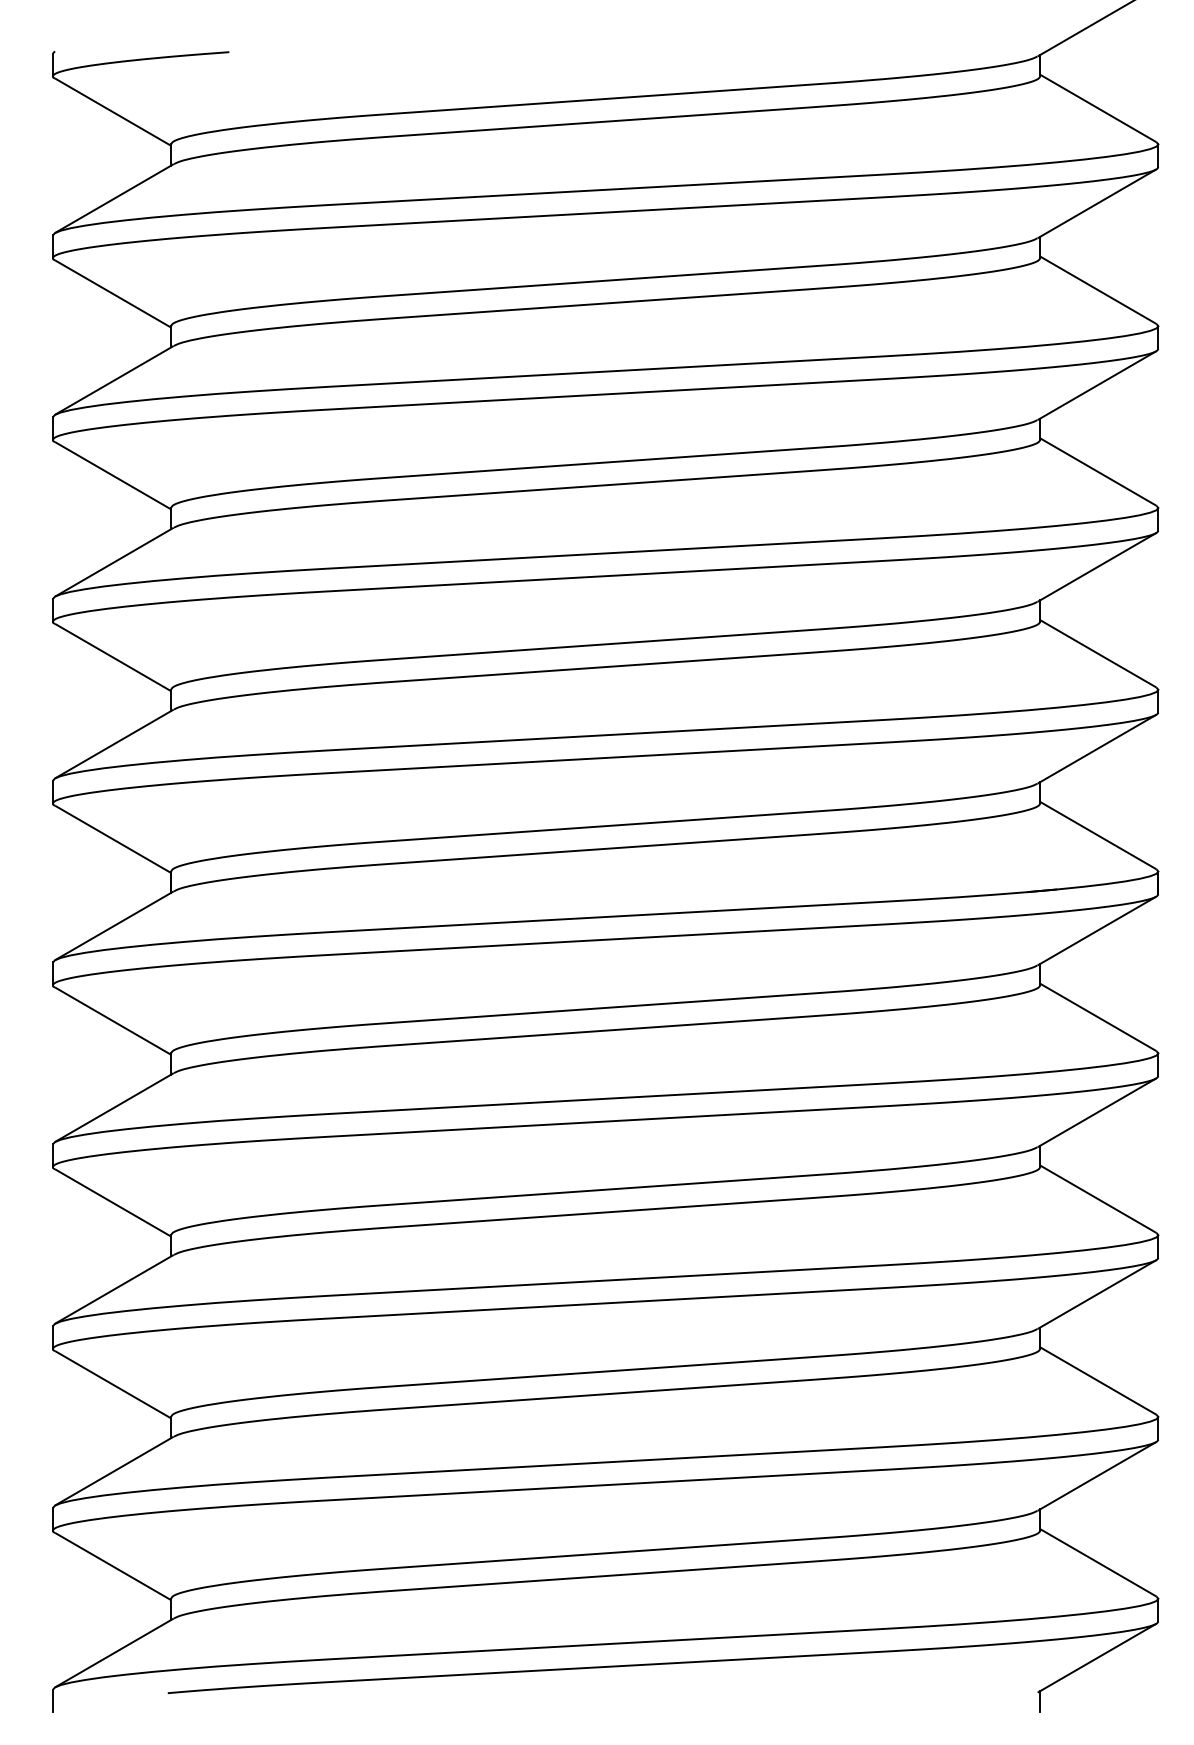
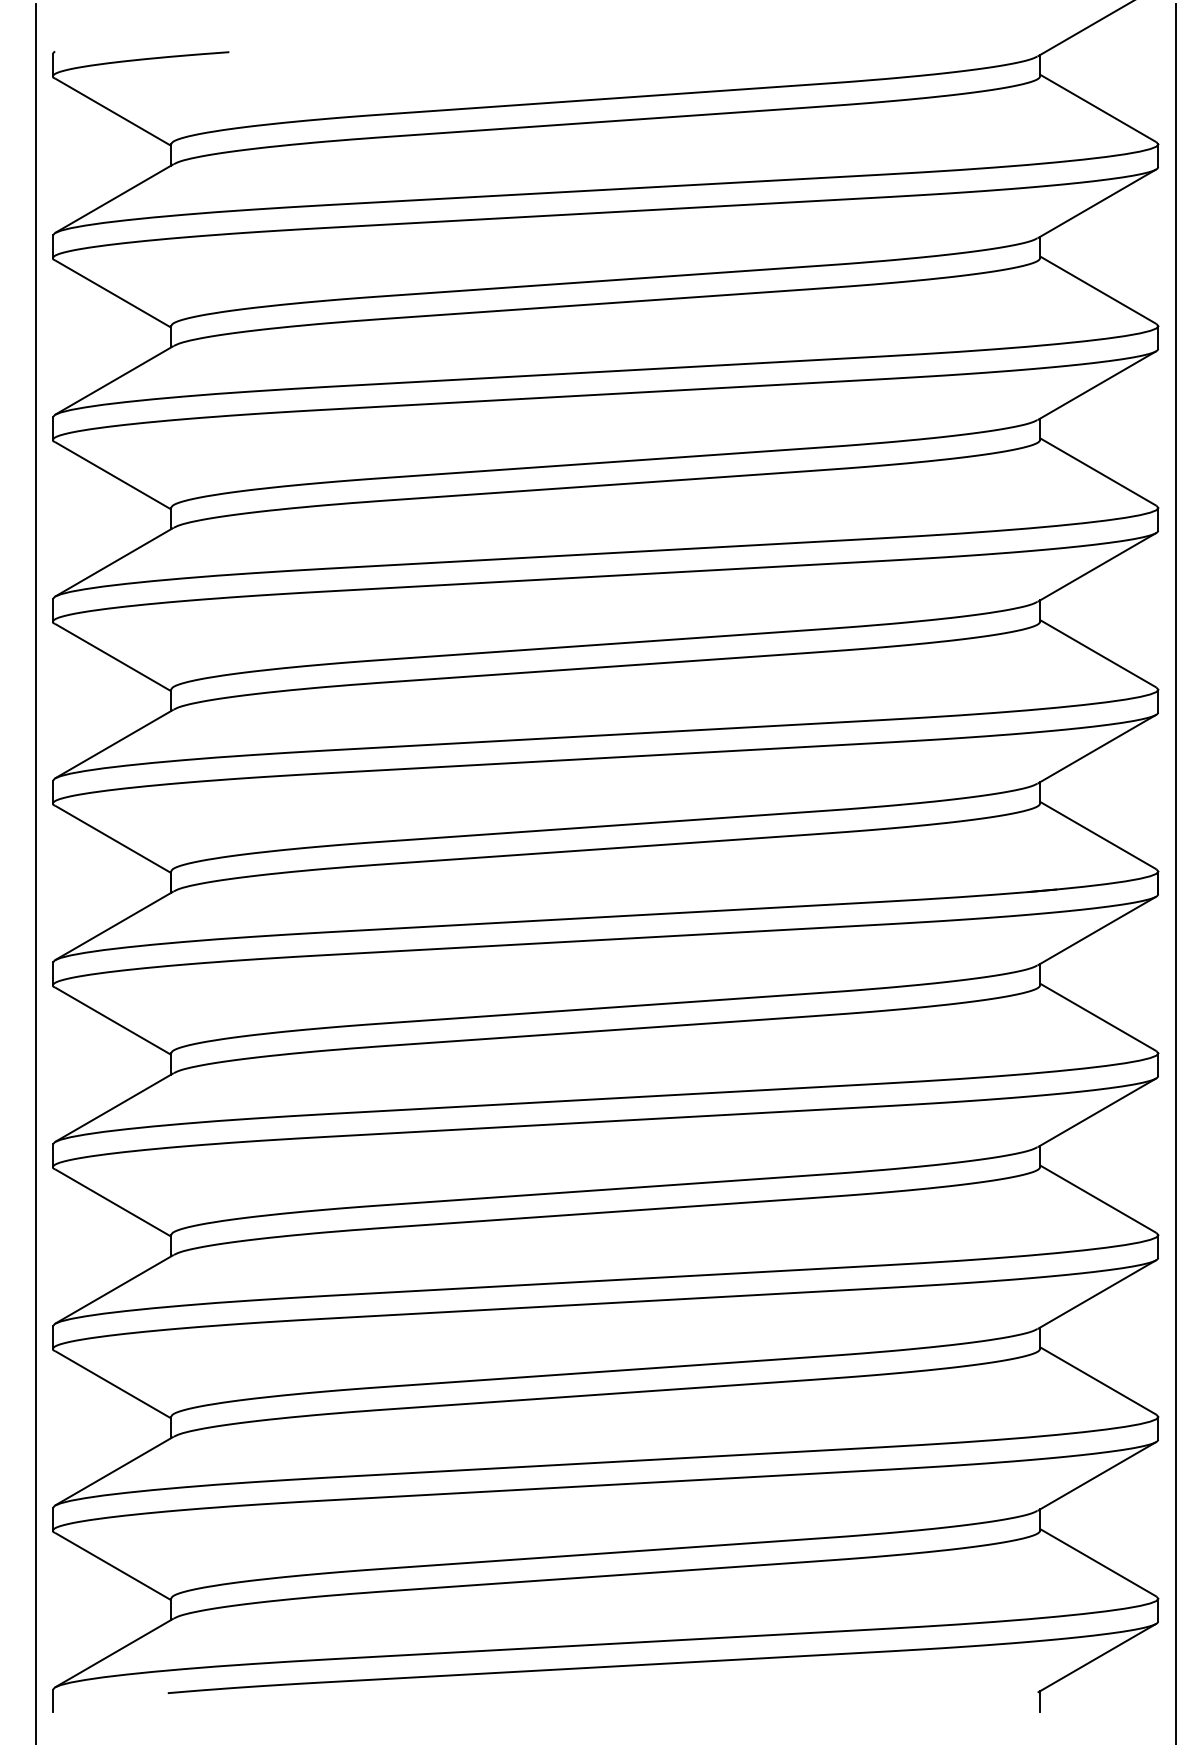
line at (35, 872): none -> present
line at (1175, 872): none -> present
